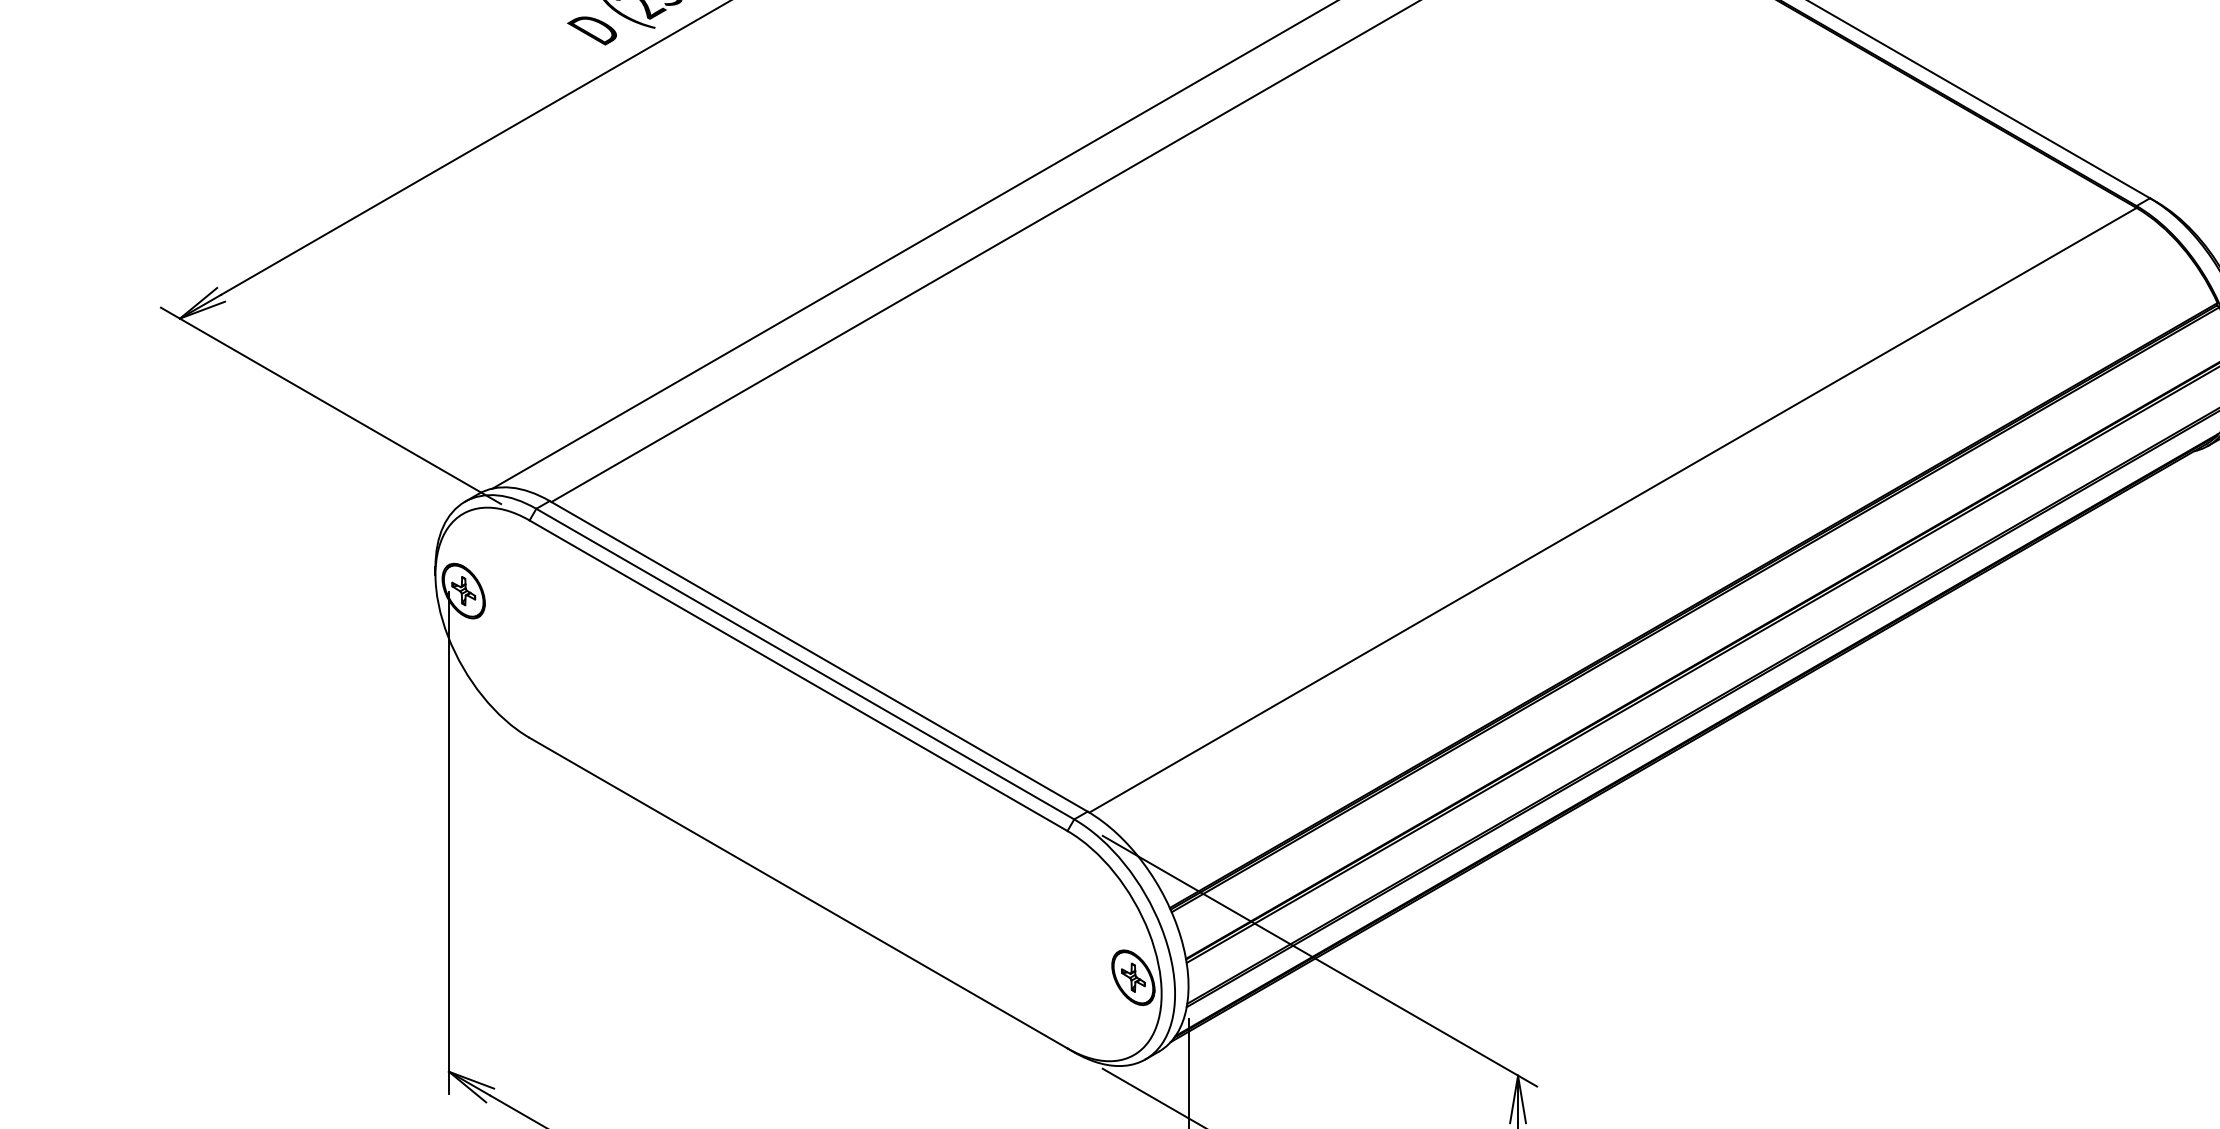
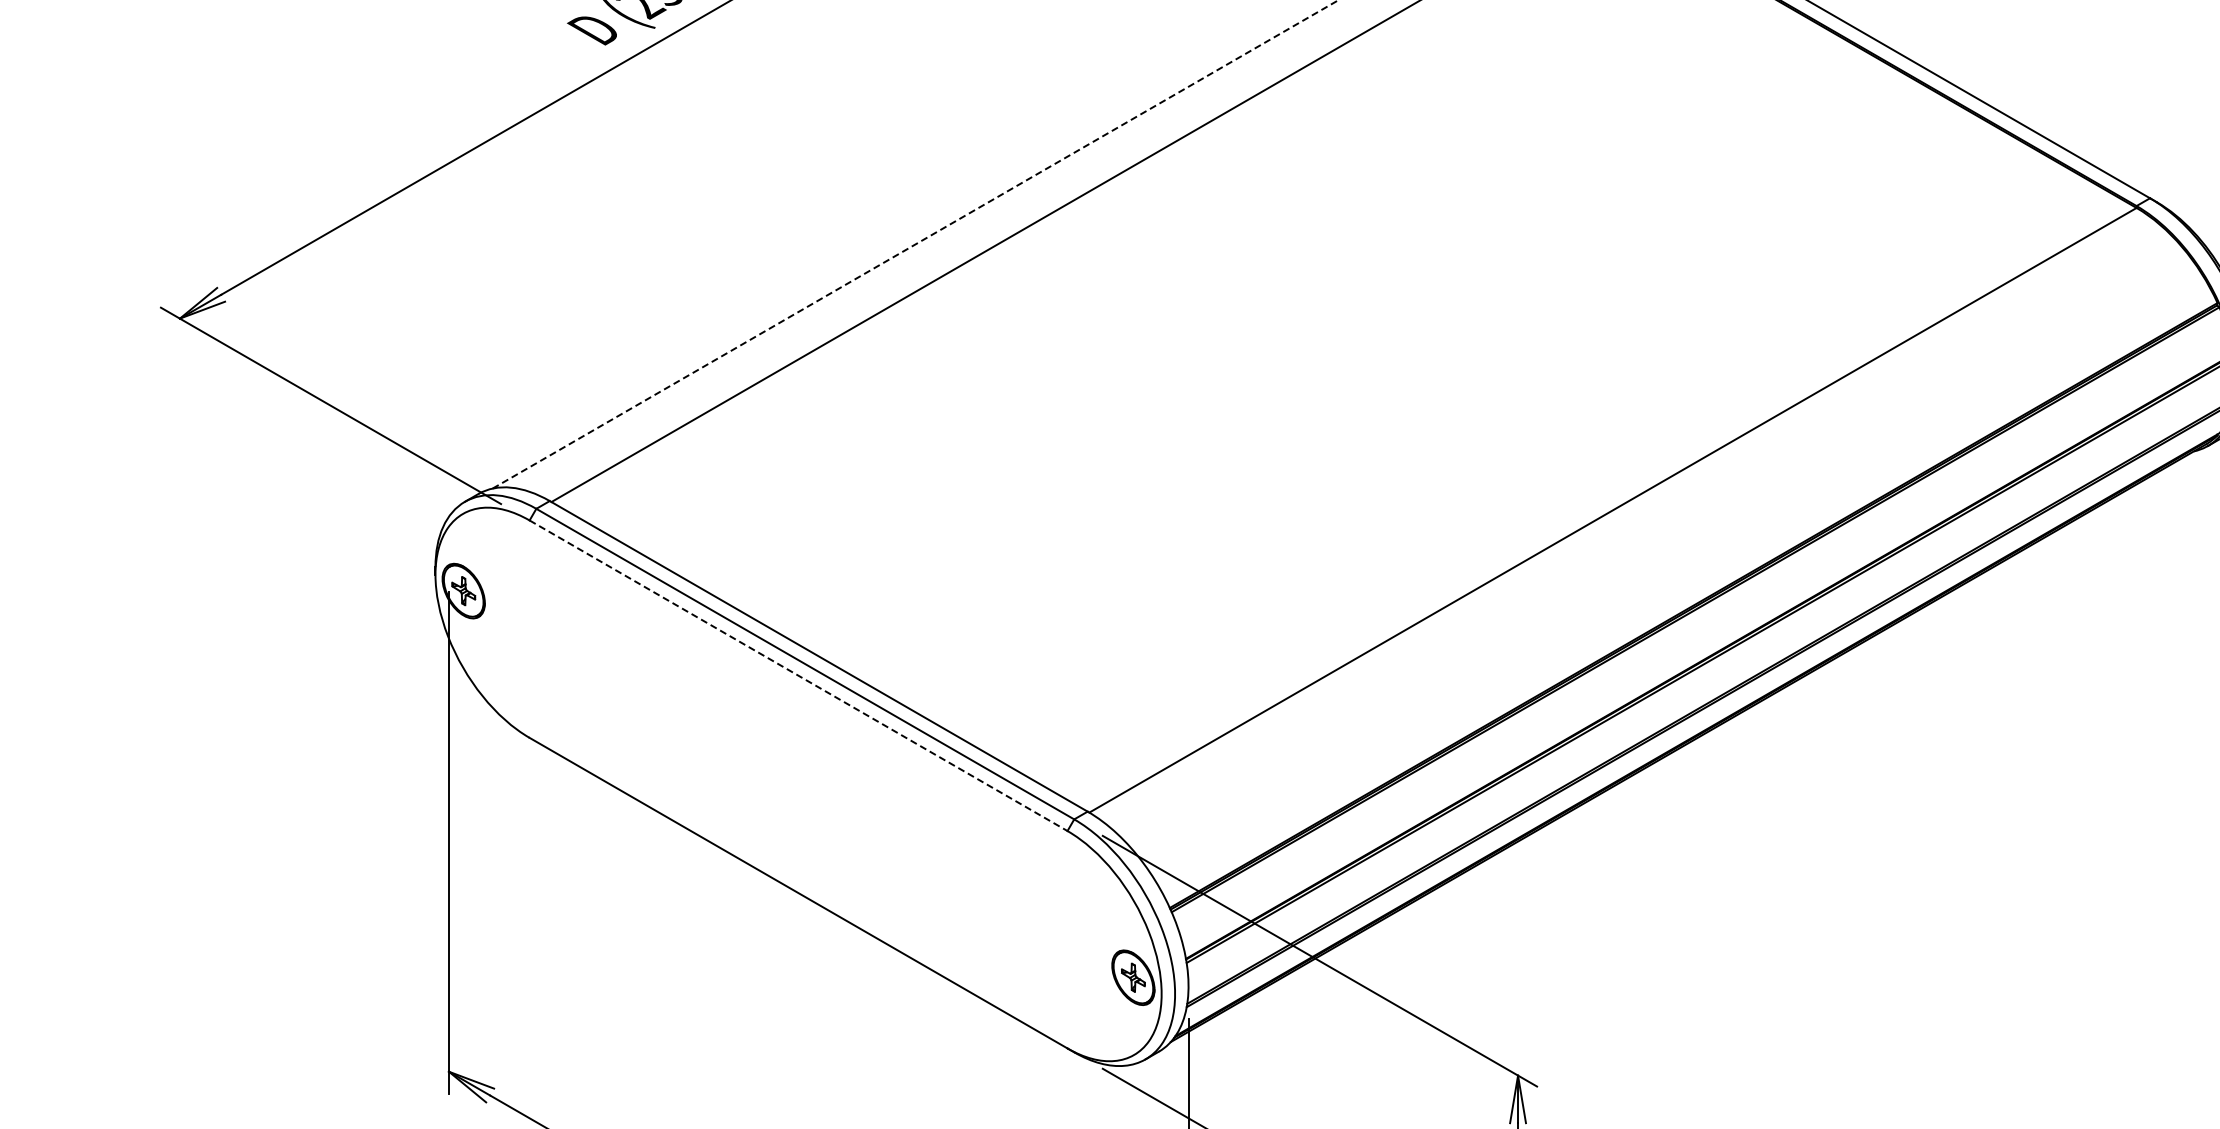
line at (915, 244): solid -> dashed
line at (798, 675): solid -> dashed
